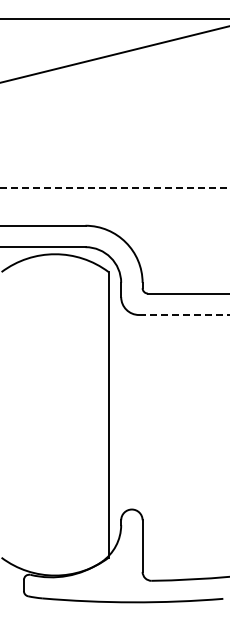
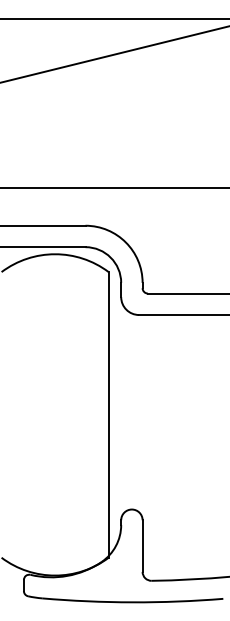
line at (114, 188): dashed -> solid
line at (183, 315): dashed -> solid
